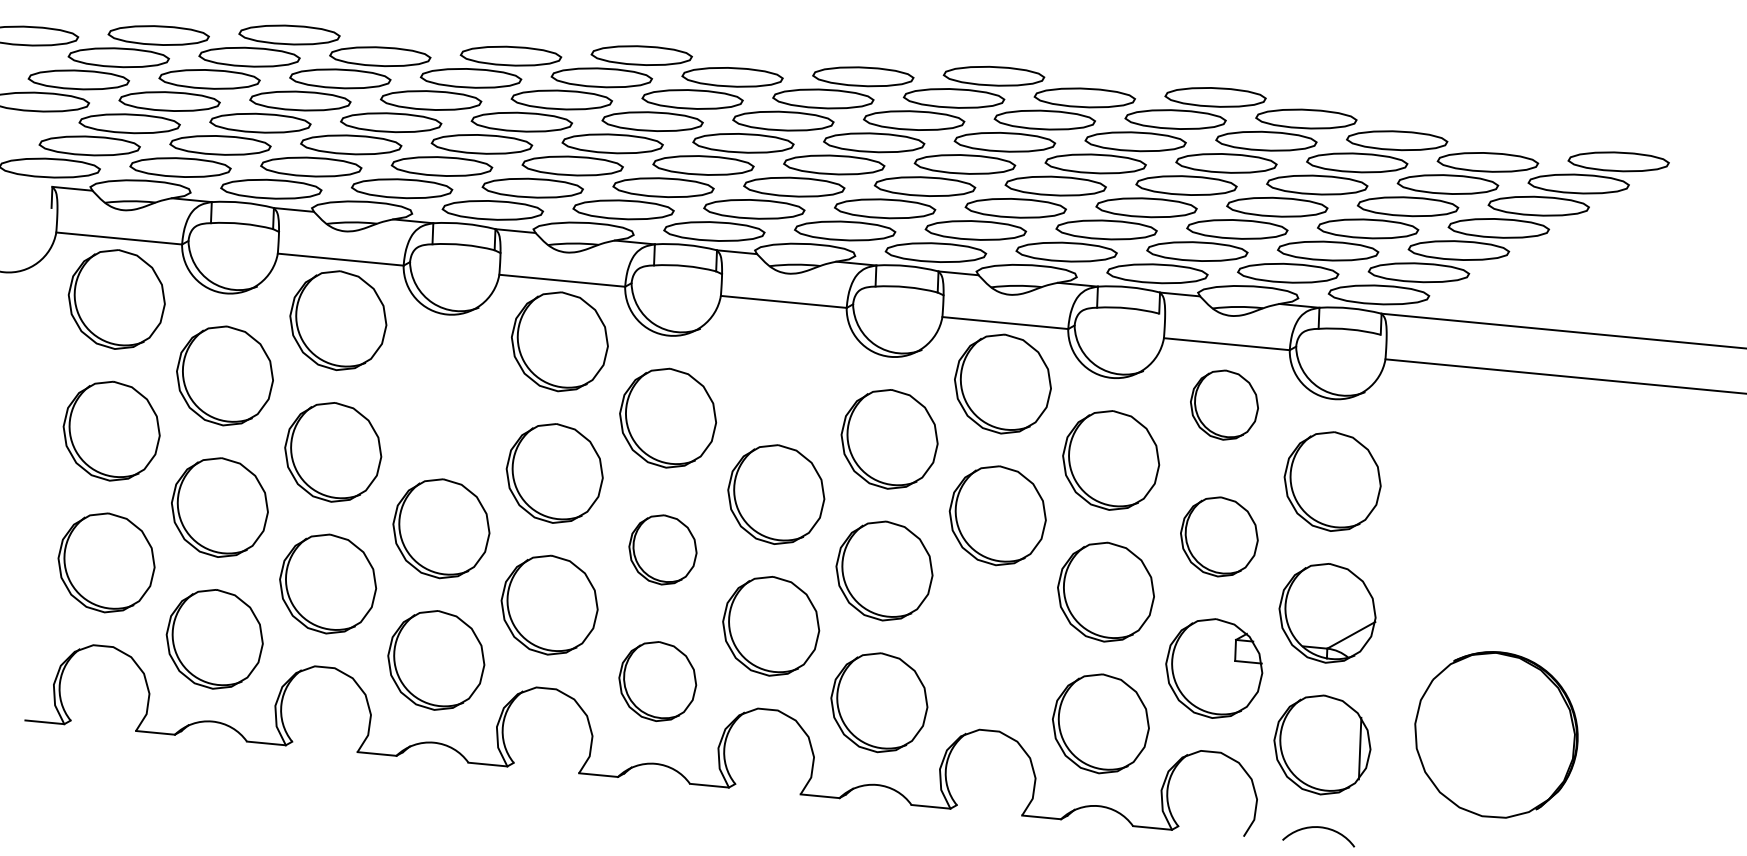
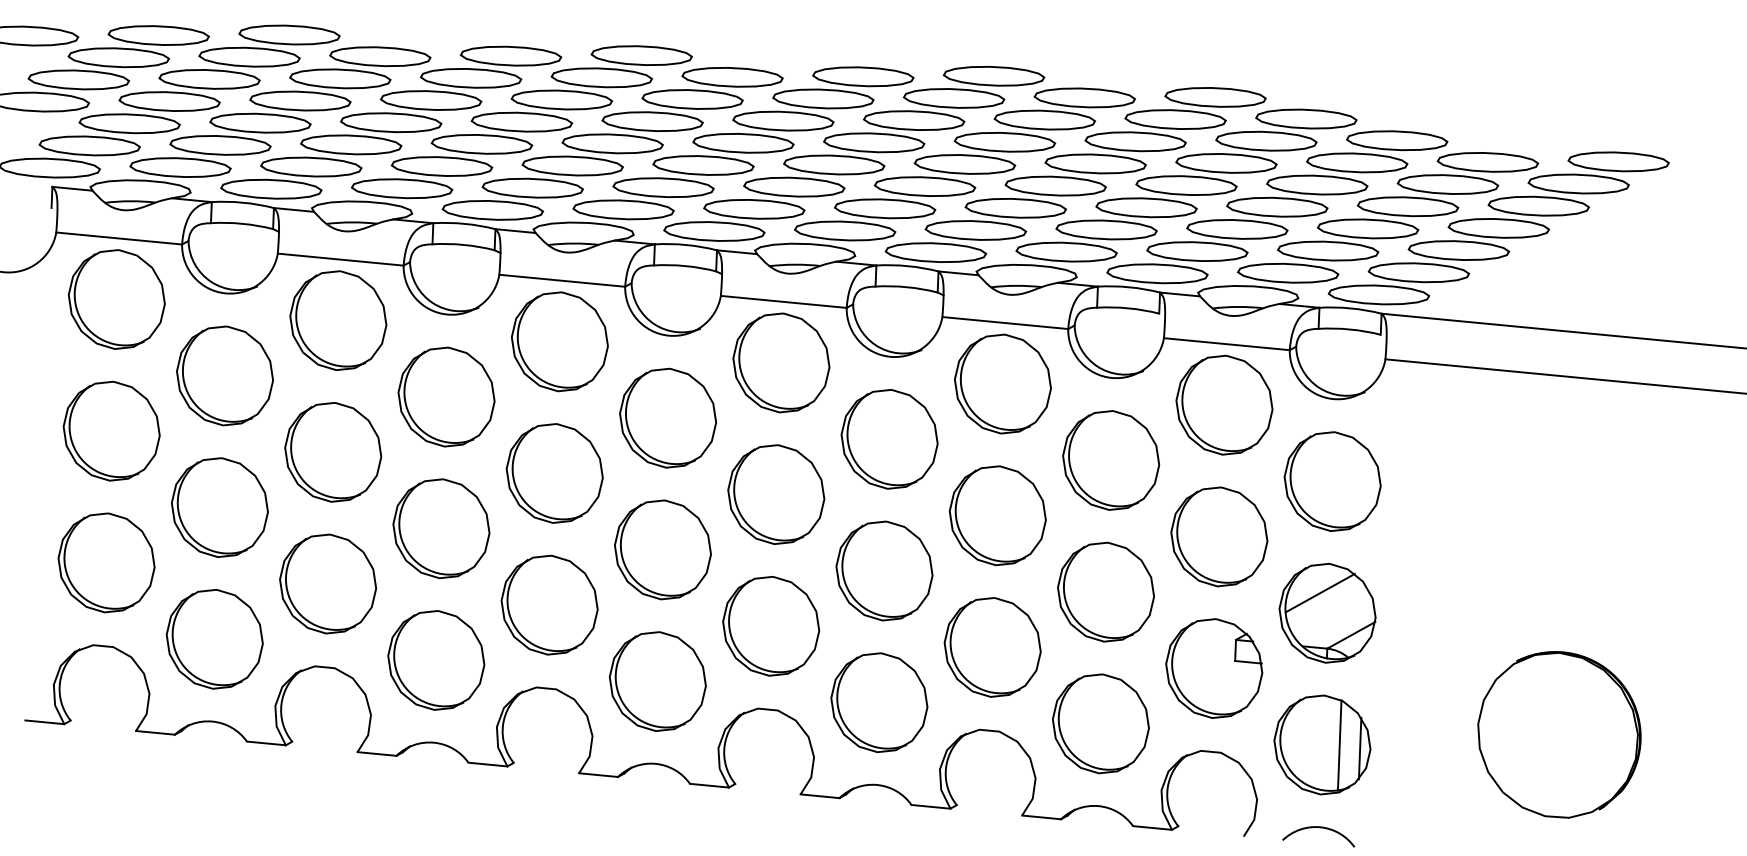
part at (781, 362): none -> present
part at (446, 396): none -> present
part at (1224, 404) size: 69x72 px -> 99x102 px
part at (1219, 536) size: 79x82 px -> 99x102 px
part at (662, 549) size: 70x72 px -> 98x102 px
line at (1320, 592): none -> present
part at (992, 647): none -> present
part at (657, 681) size: 80x81 px -> 99x101 px
part at (1496, 734) position: (1496, 734) -> (1559, 734)
line at (1339, 745): none -> present
